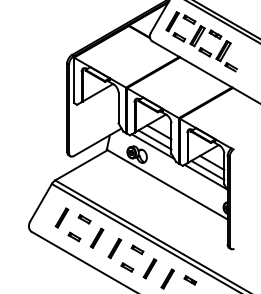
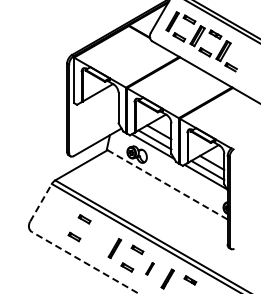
line at (167, 184): solid -> dashed
line at (41, 202): solid -> dashed
part at (61, 217): present -> none
part at (96, 237): present -> none
line at (85, 262): solid -> dashed
part at (149, 268) size: 16x22 px -> 10x14 px
